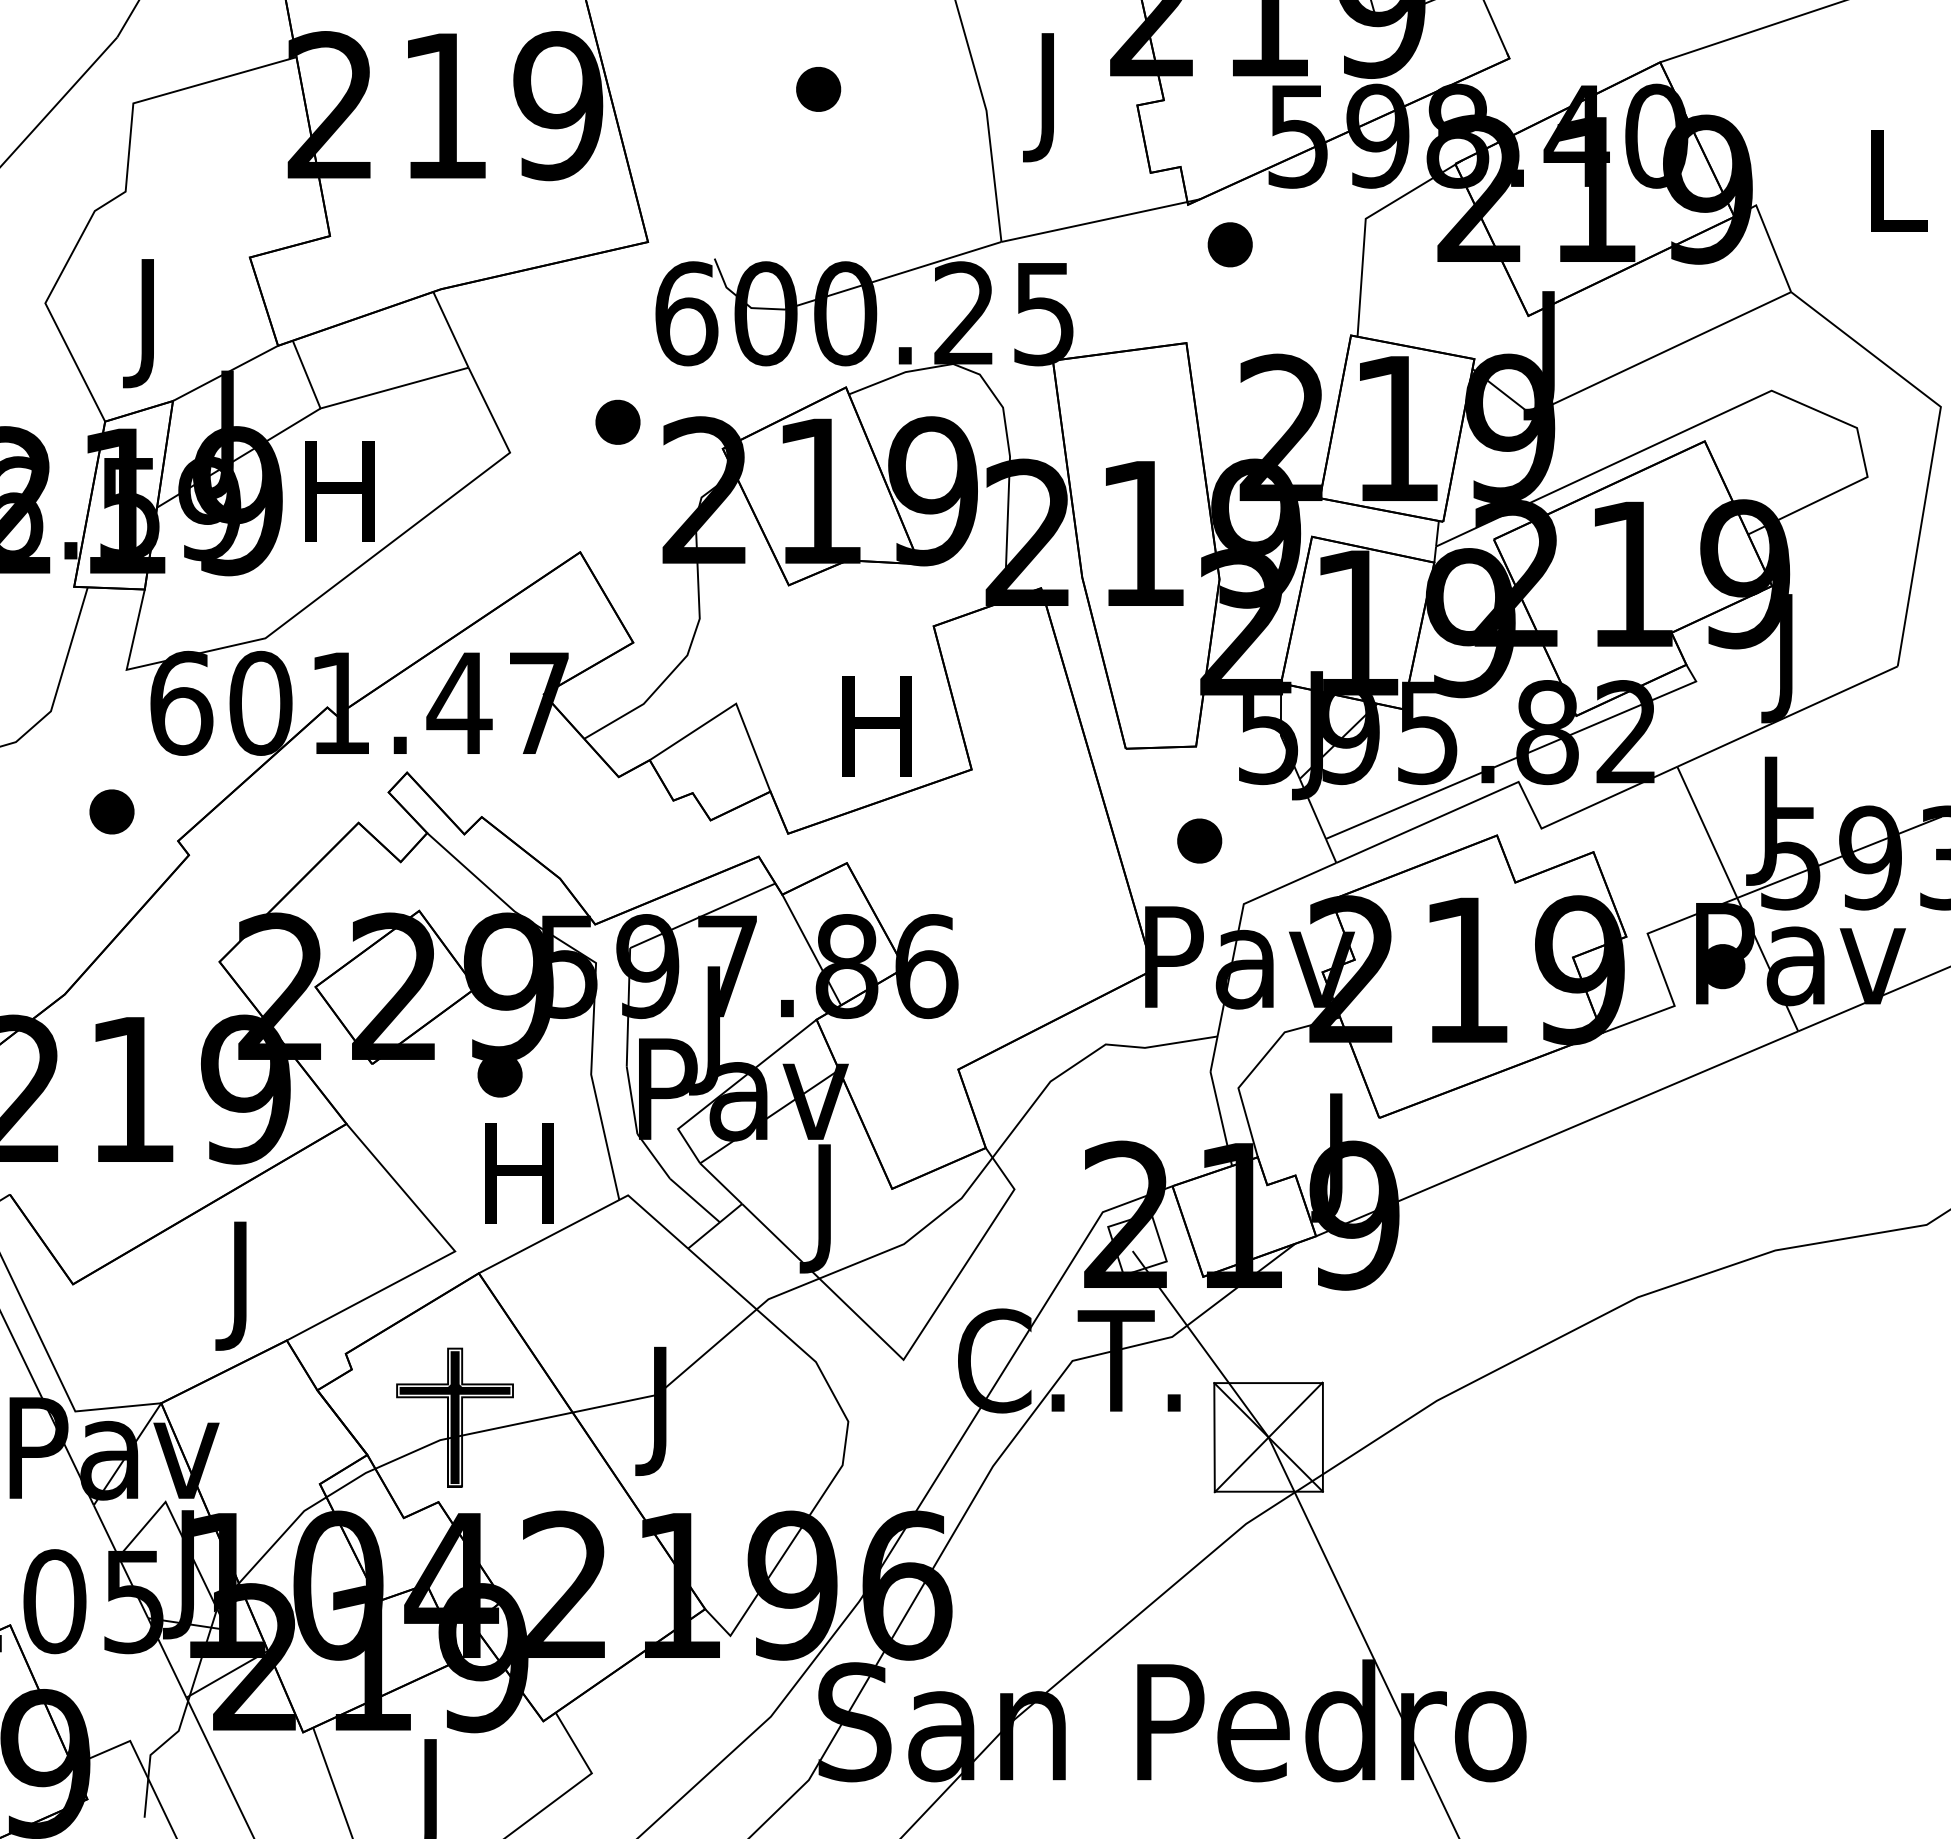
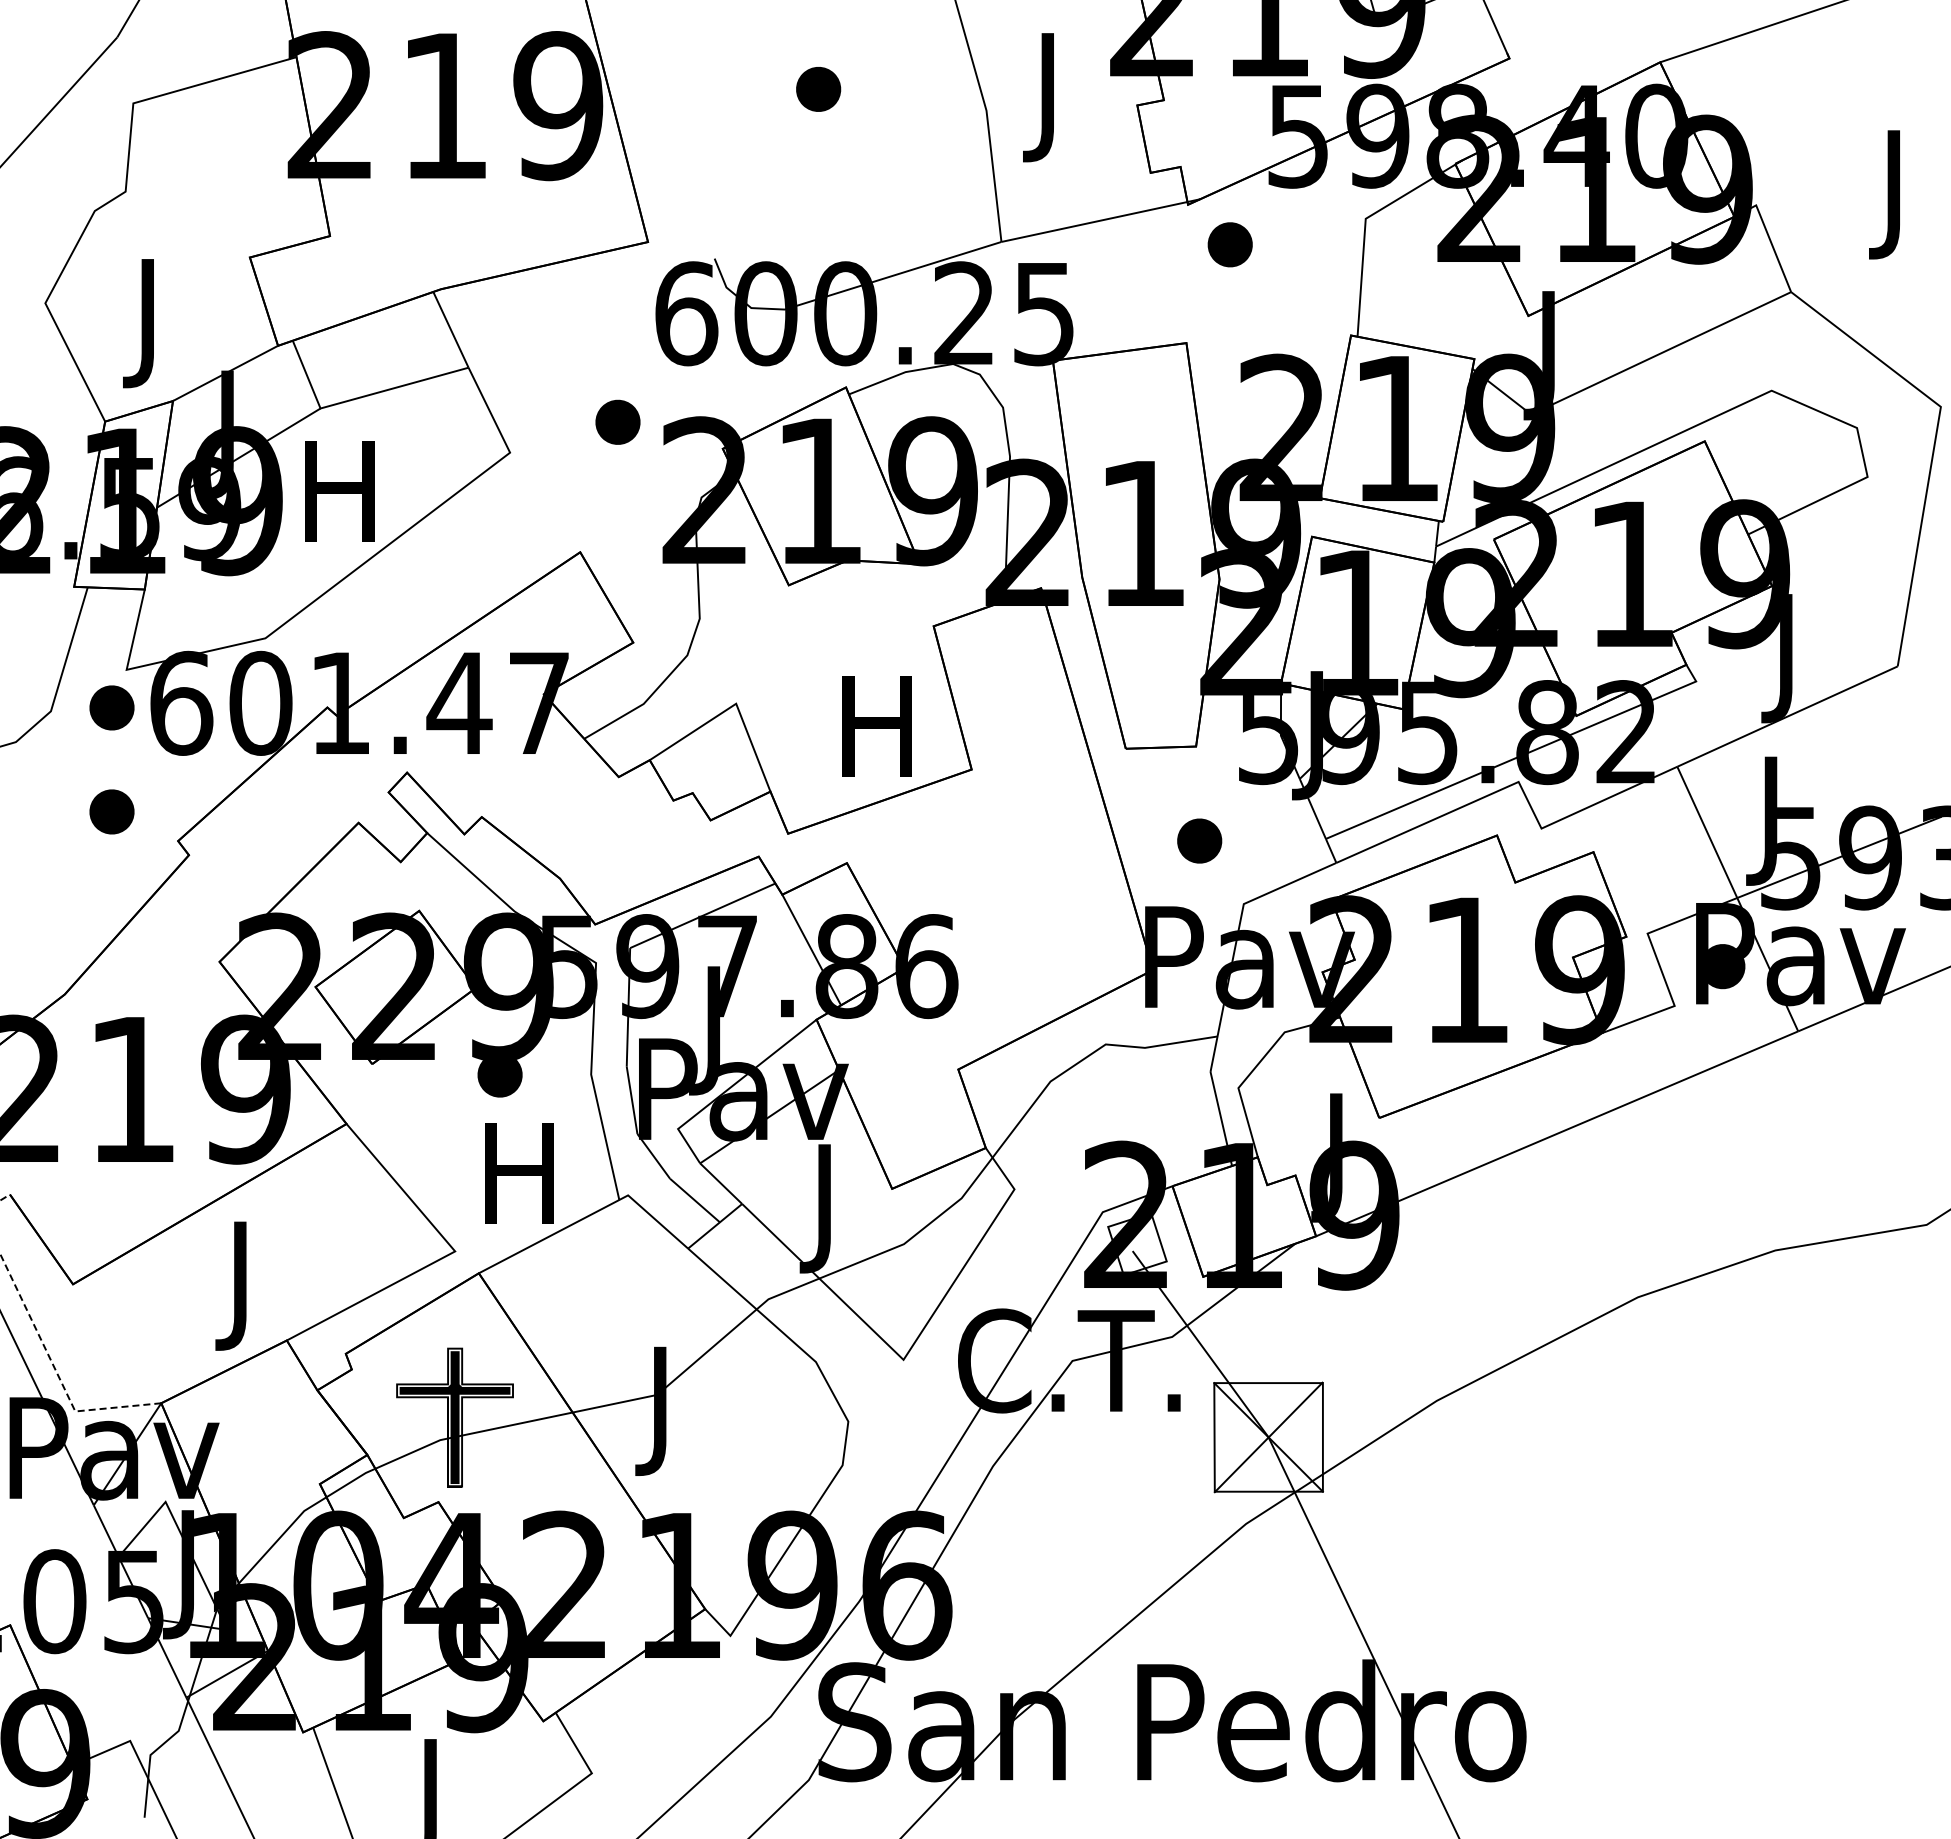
text at (1898, 194): L -> J
part at (111, 707): none -> present
line at (53, 1366): solid -> dashed
